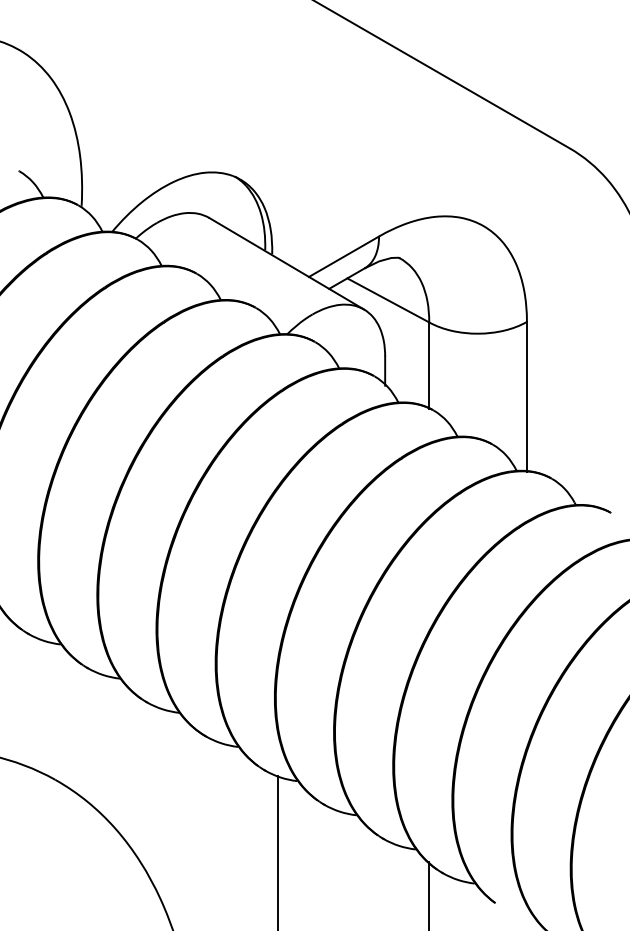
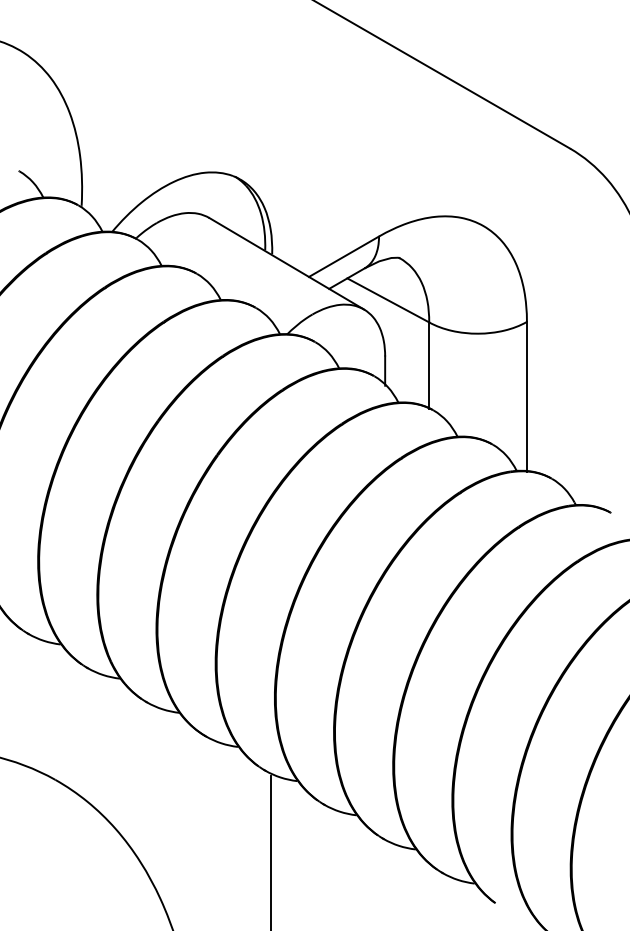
line at (277, 851) position: (277, 851) -> (270, 851)
line at (429, 894): present -> none
